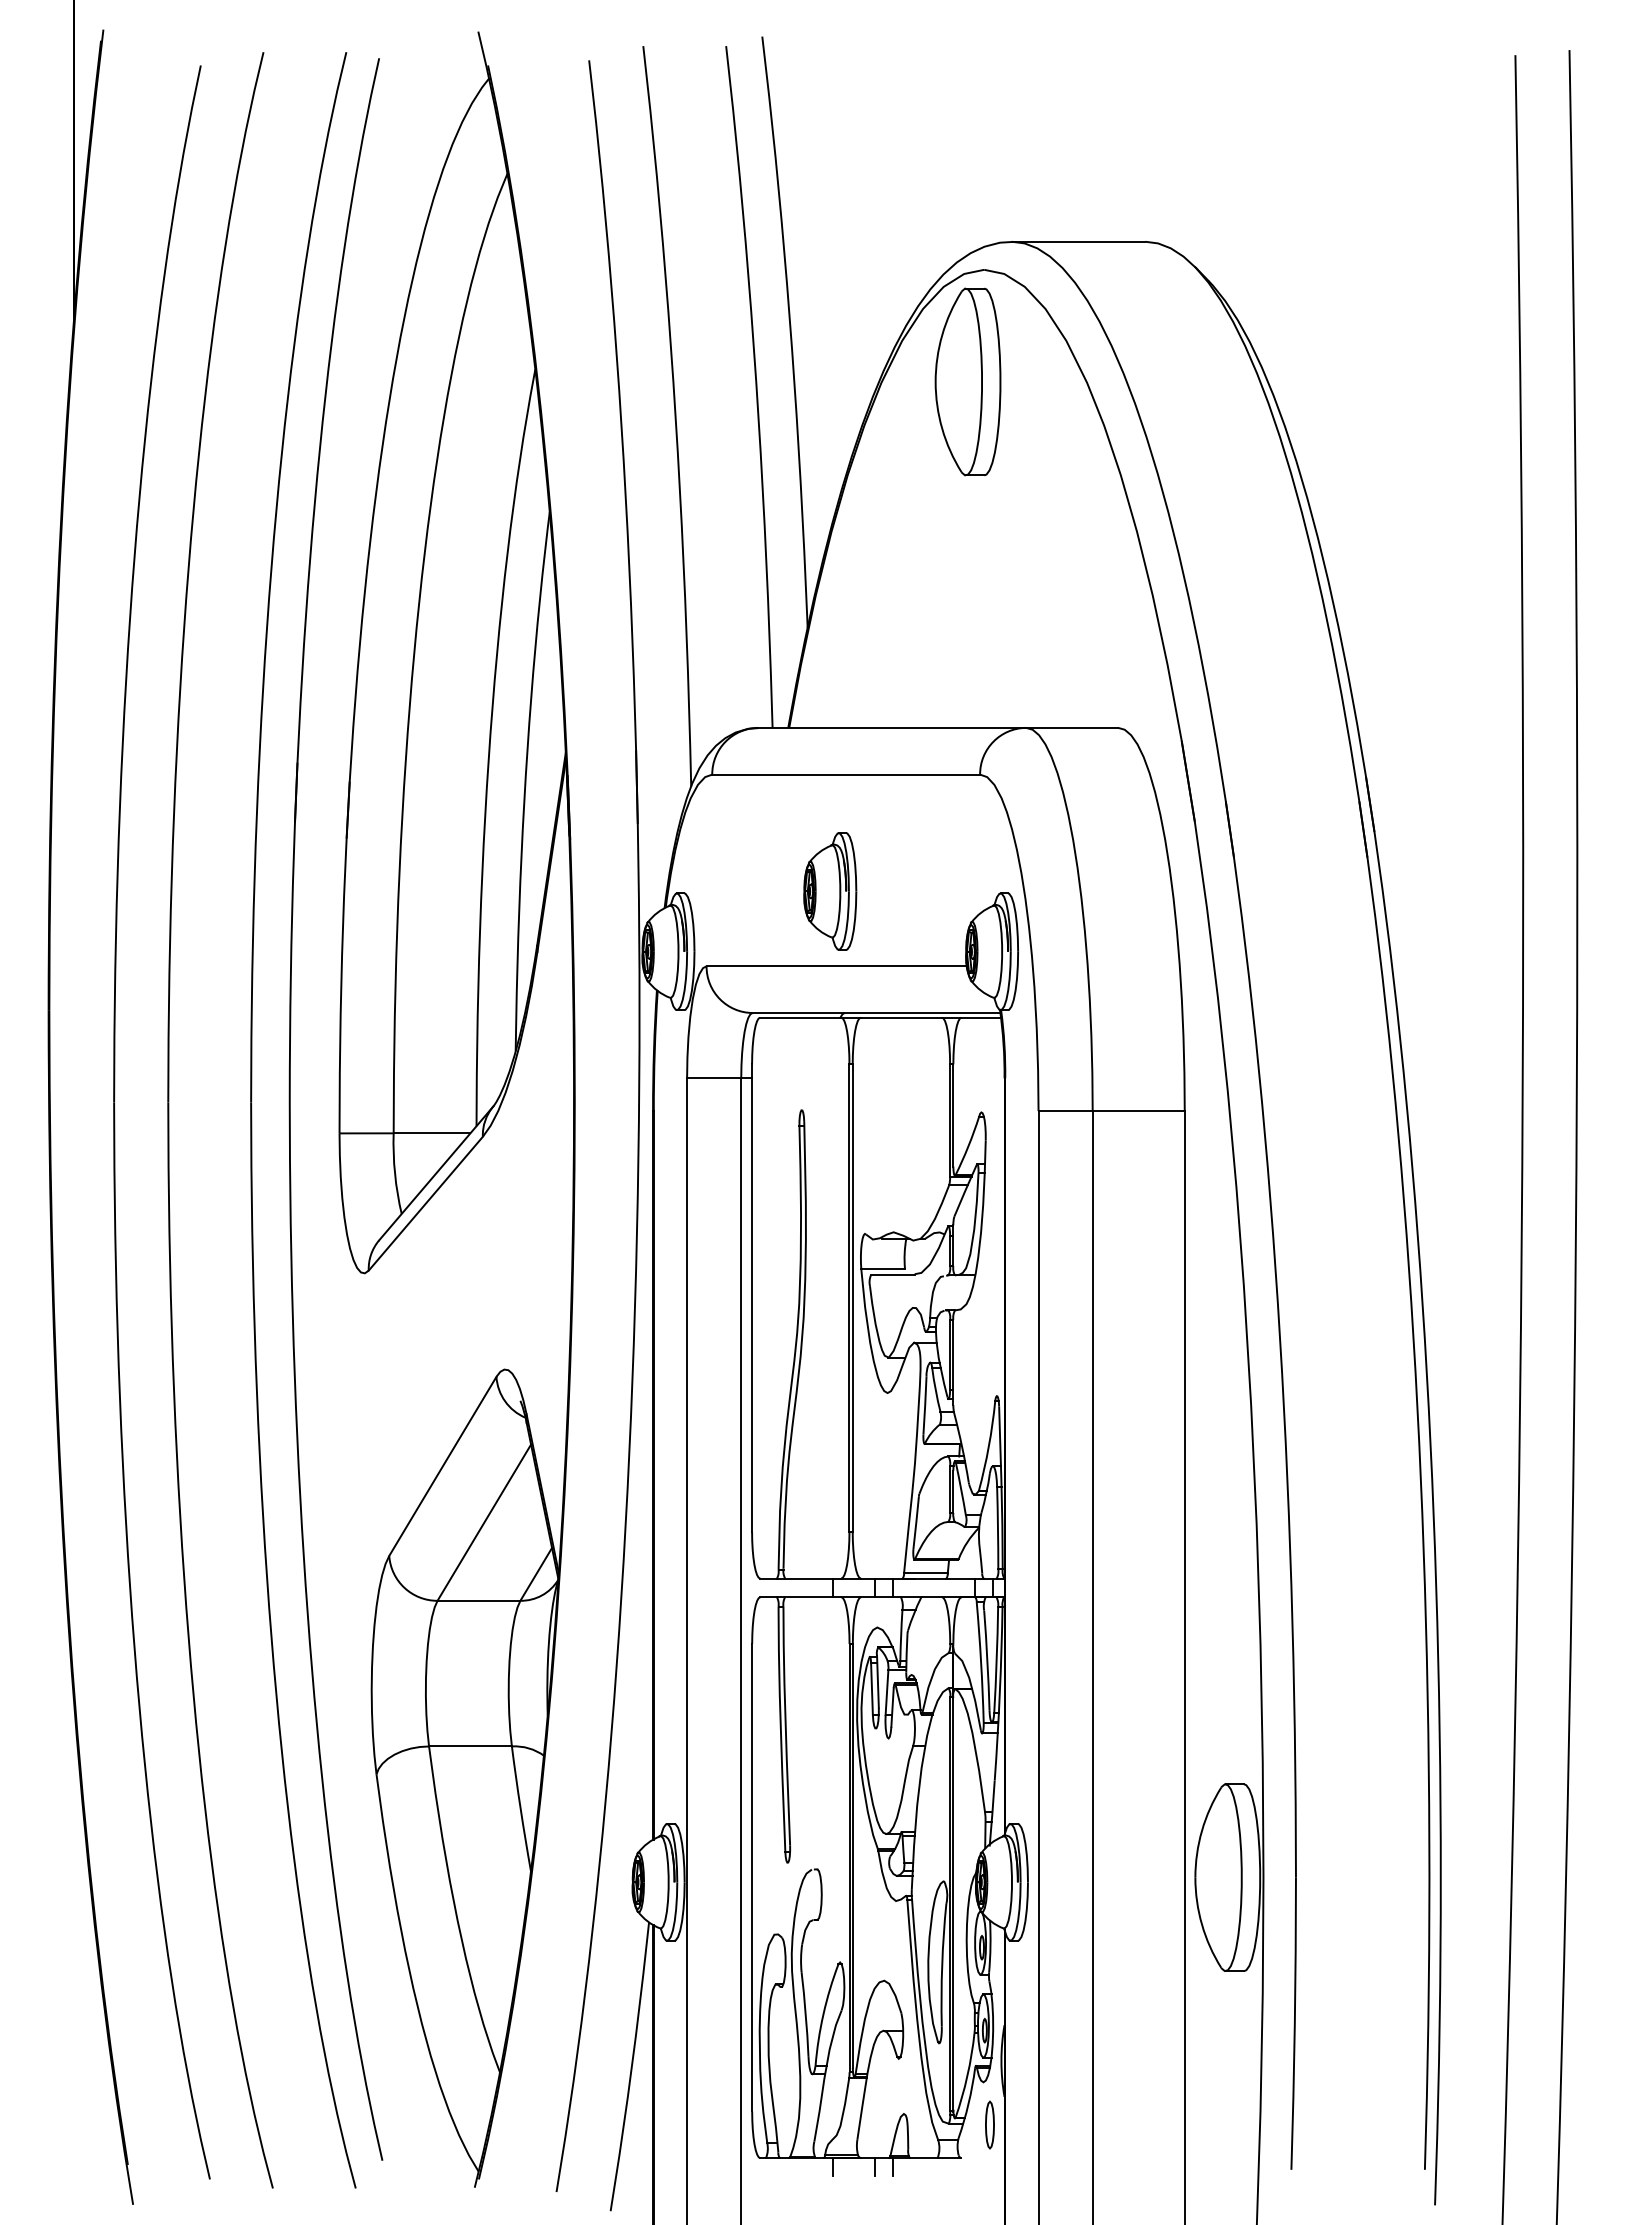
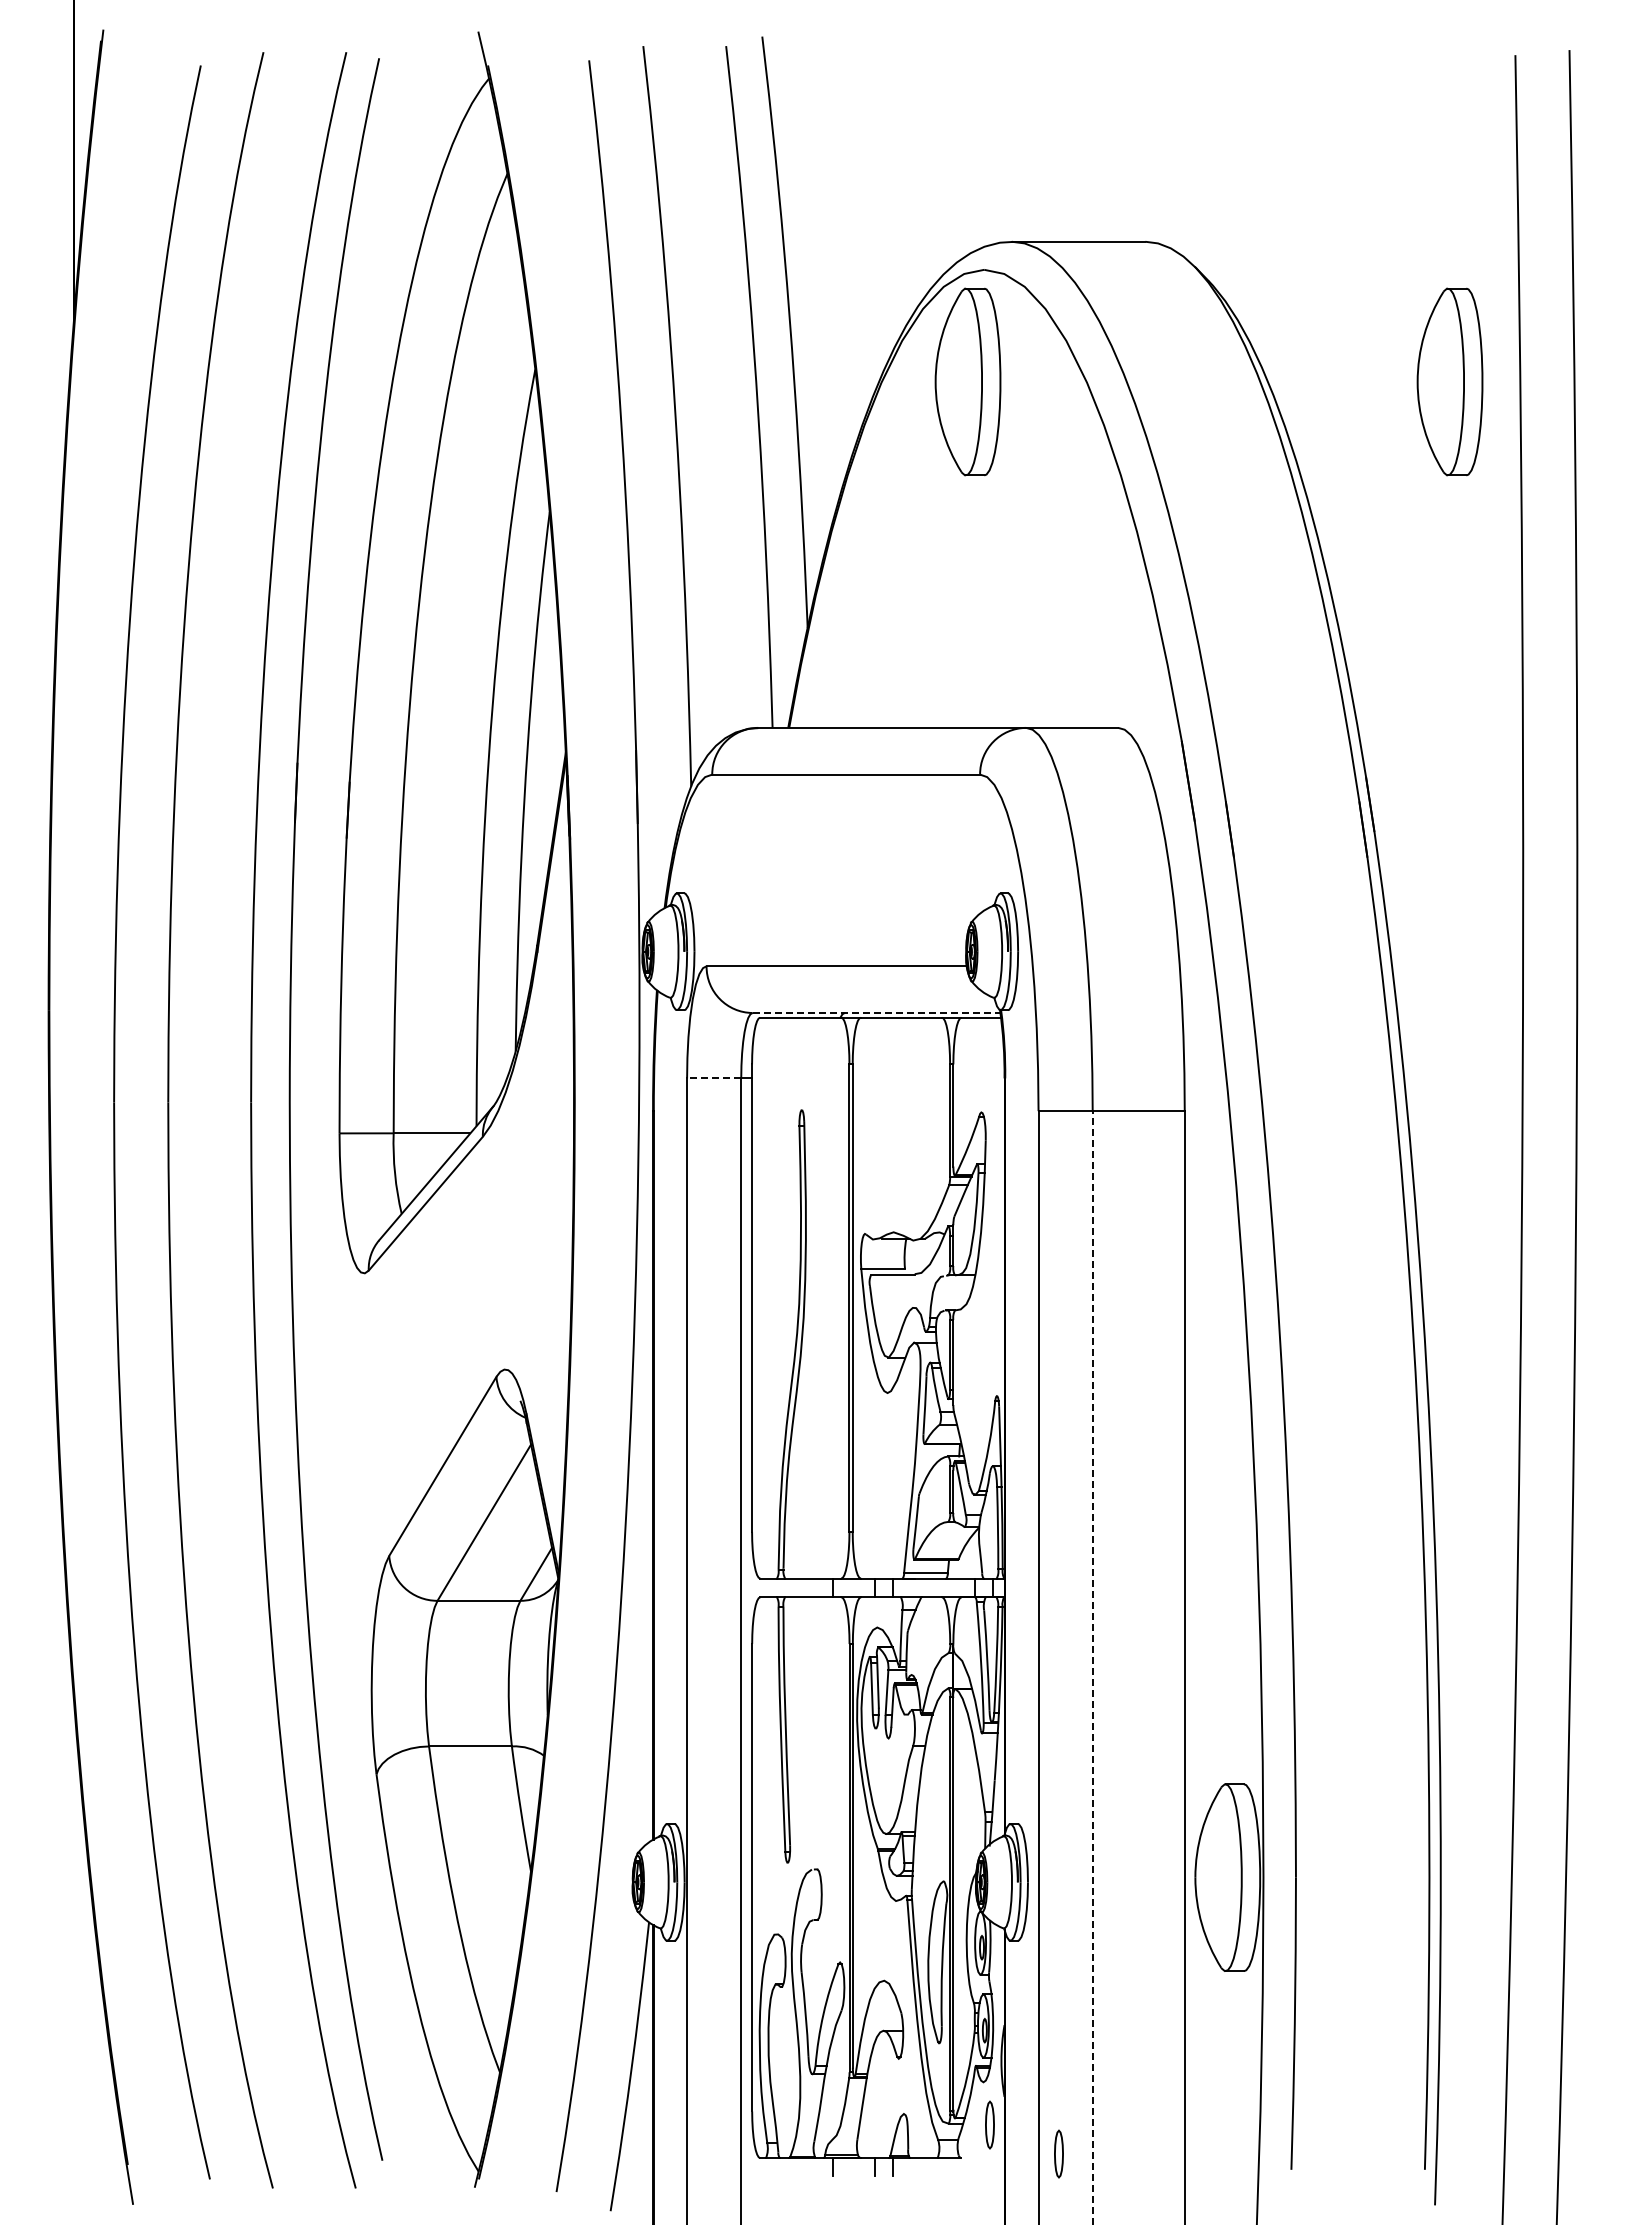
part at (1449, 381): none -> present
part at (830, 891): present -> none
line at (876, 1013): solid -> dashed
line at (713, 1078): solid -> dashed
line at (1092, 1667): solid -> dashed
part at (1058, 2153): none -> present
